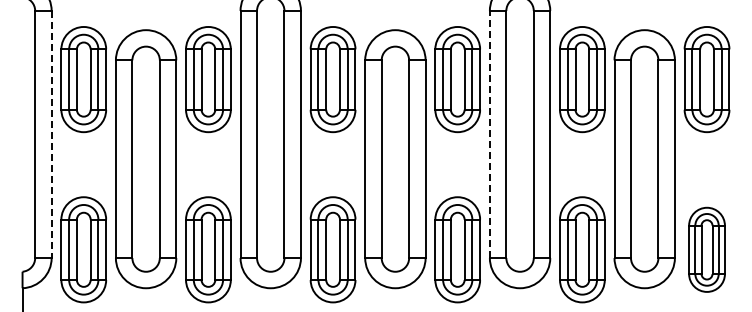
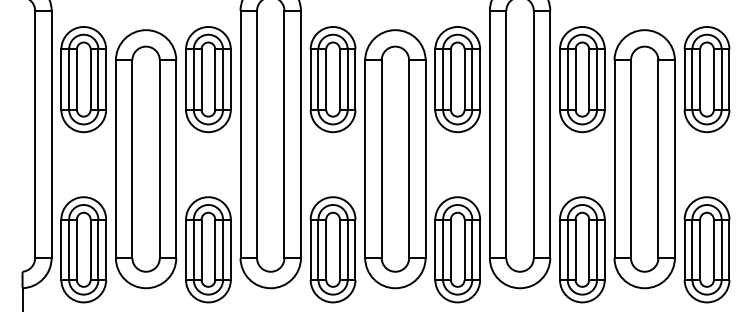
line at (51, 134): dashed -> solid
line at (489, 134): dashed -> solid
part at (706, 249) size: 38x87 px -> 48x108 px
